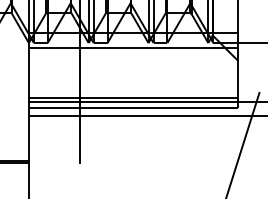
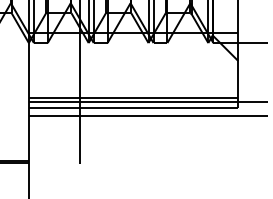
line at (133, 47): present -> none
line at (243, 143): present -> none
